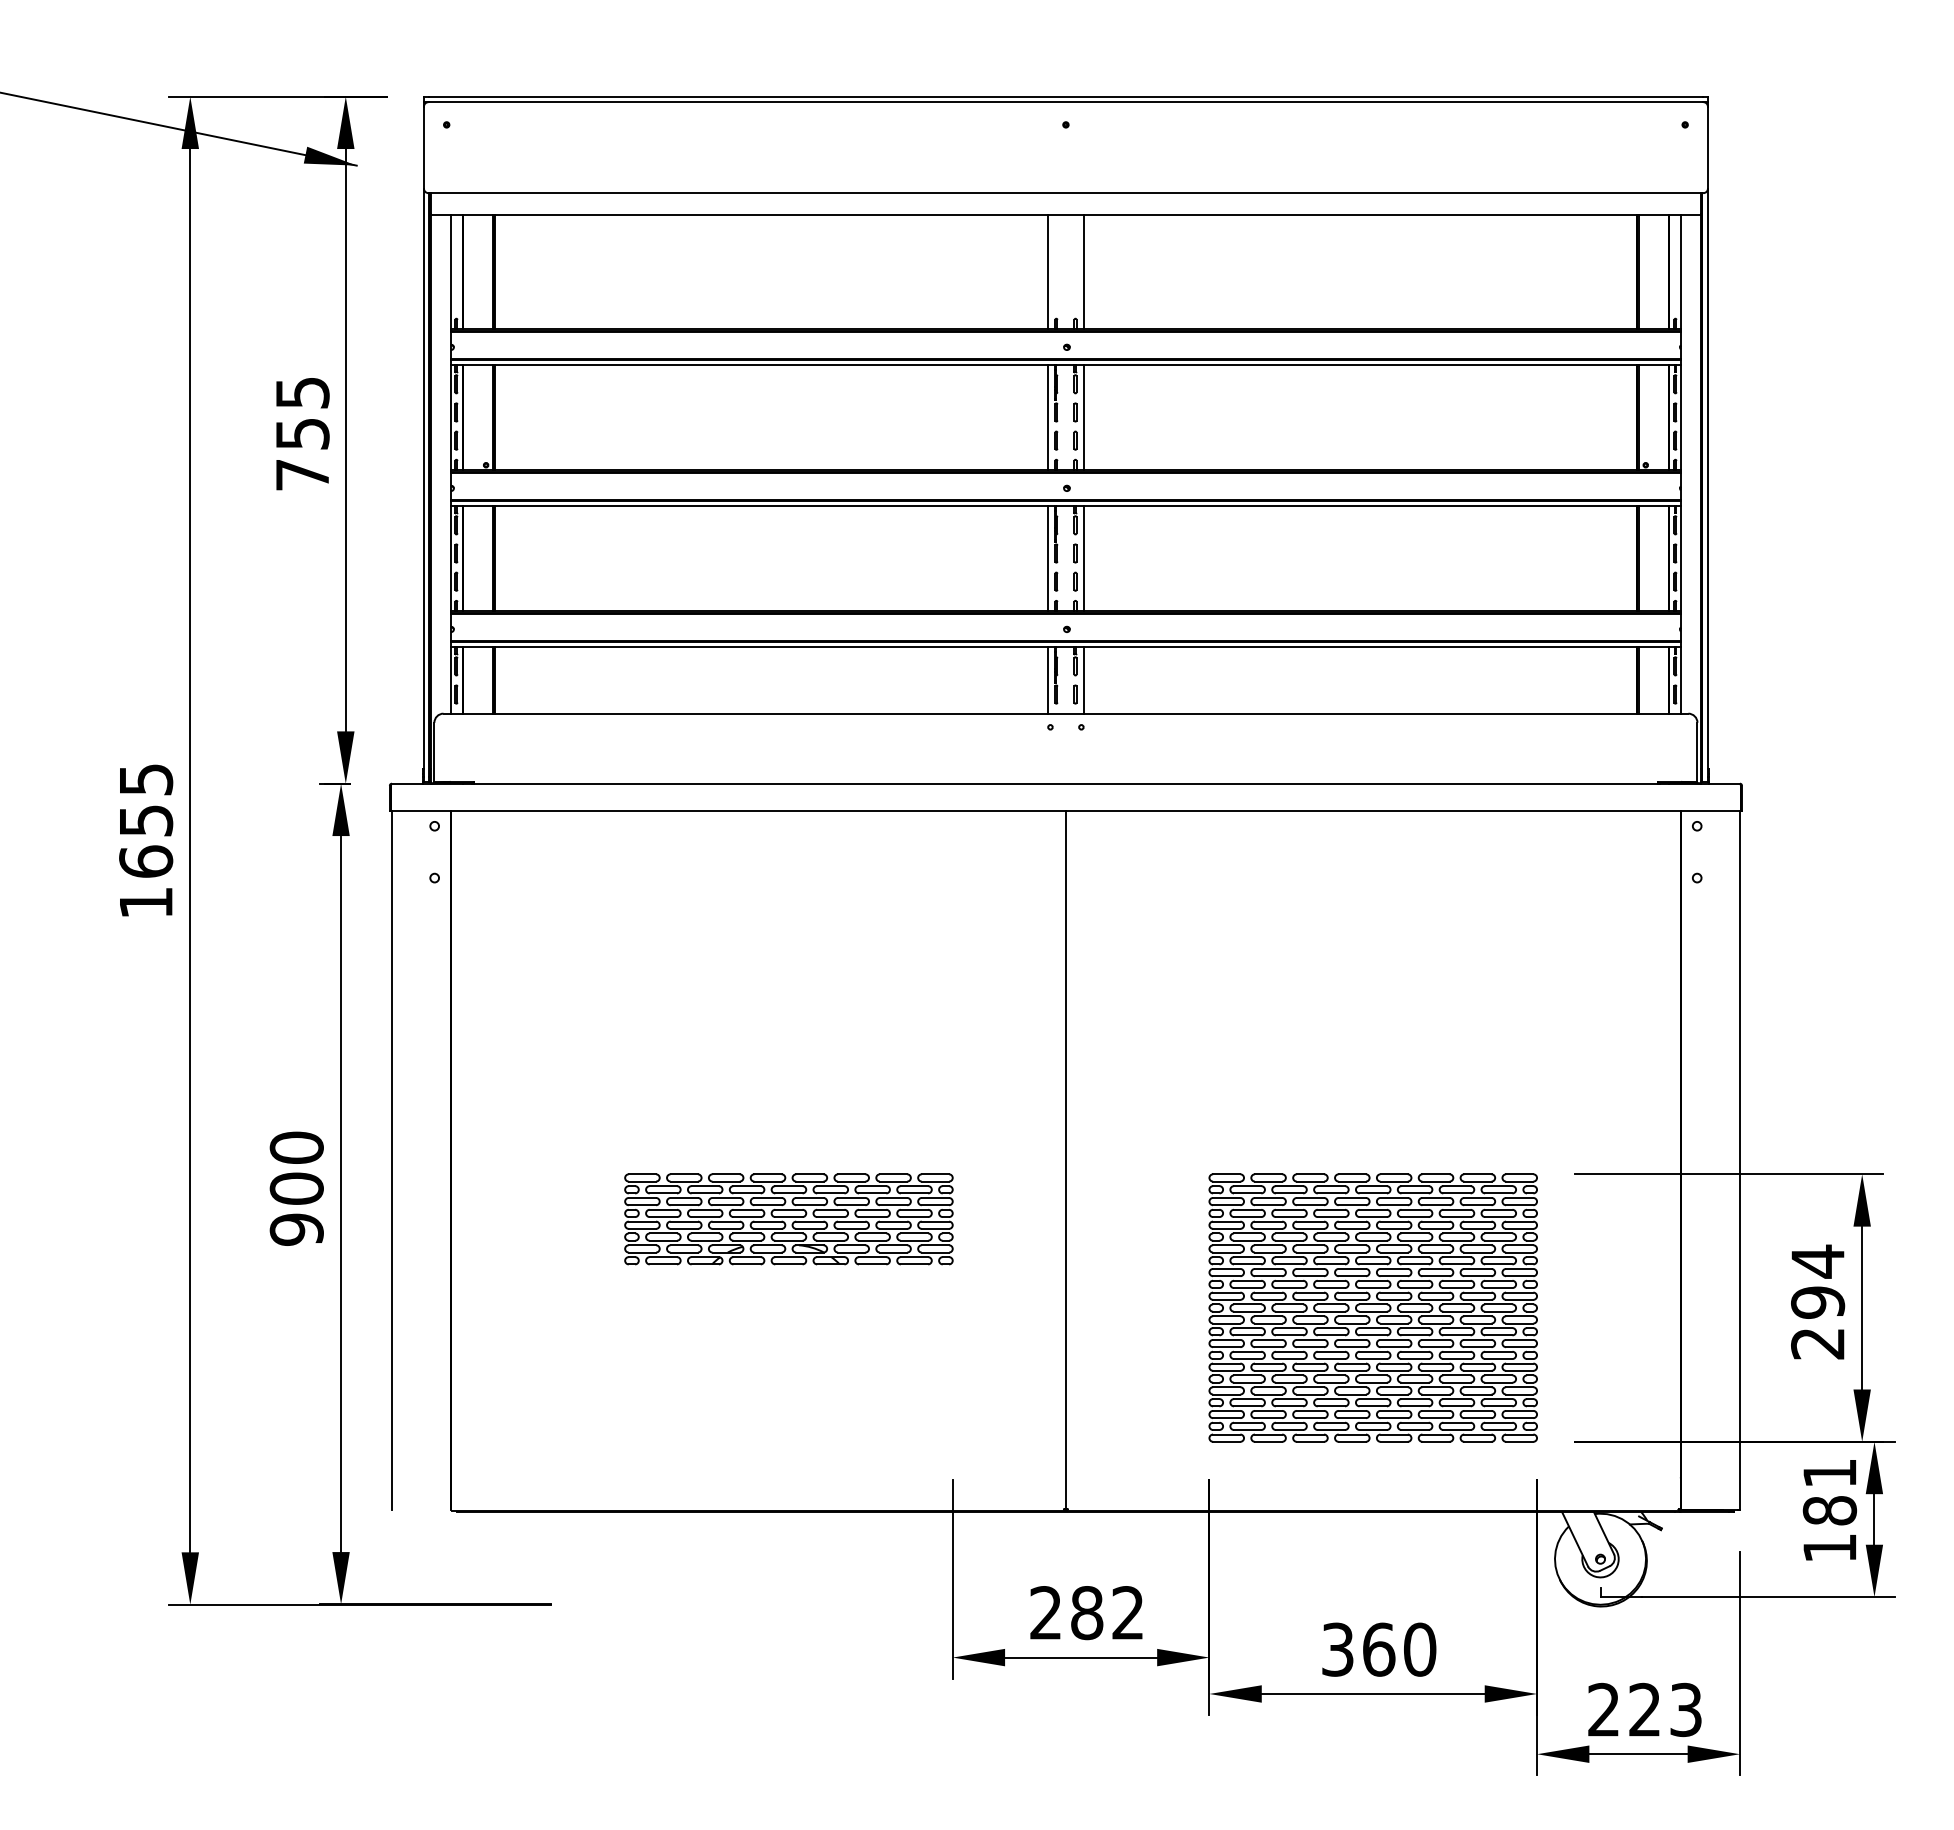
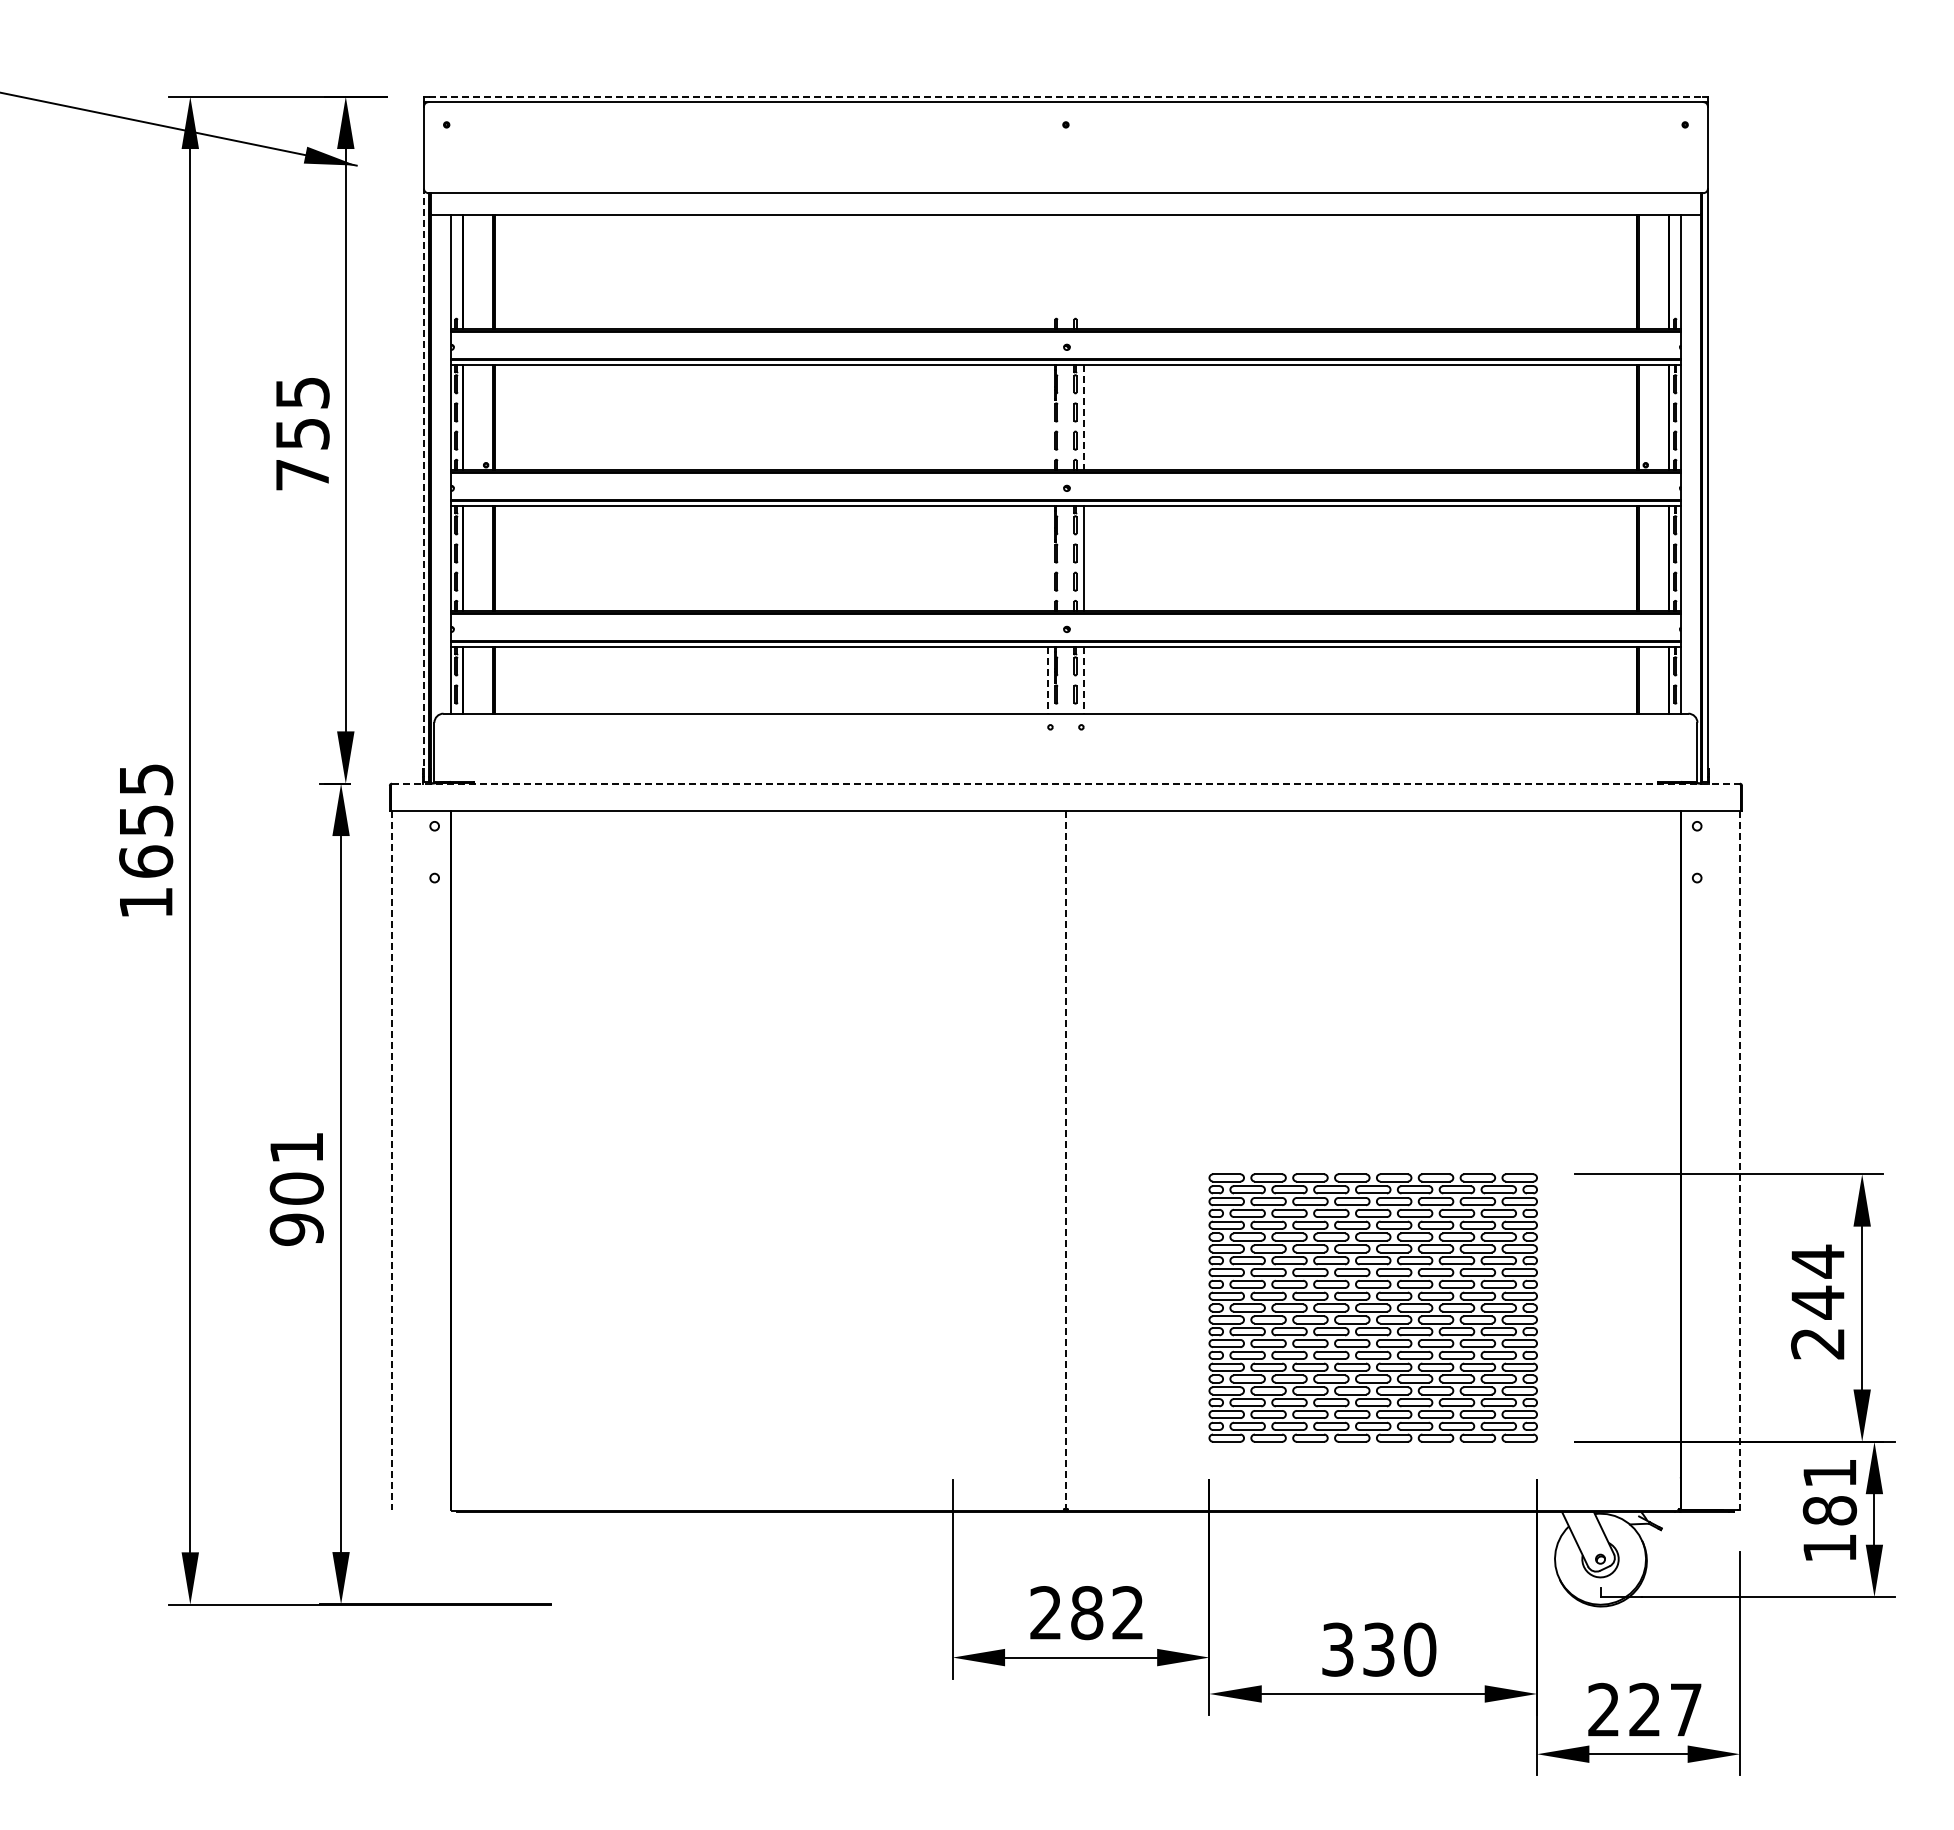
line at (1066, 96): solid -> dashed
line at (1047, 272): present -> none
line at (1084, 272): present -> none
line at (1047, 417): present -> none
line at (1084, 417): solid -> dashed
line at (423, 482): solid -> dashed
line at (1047, 558): present -> none
line at (1047, 680): solid -> dashed
line at (1084, 680): solid -> dashed
line at (1065, 783): solid -> dashed
text at (296, 1147): 900 -> 901
line at (391, 1160): solid -> dashed
line at (1065, 1160): solid -> dashed
line at (1739, 1160): solid -> dashed
part at (788, 1219): present -> none
text at (1818, 1302): 294 -> 244
text at (1379, 1649): 360 -> 330
text at (1685, 1709): 223 -> 227
